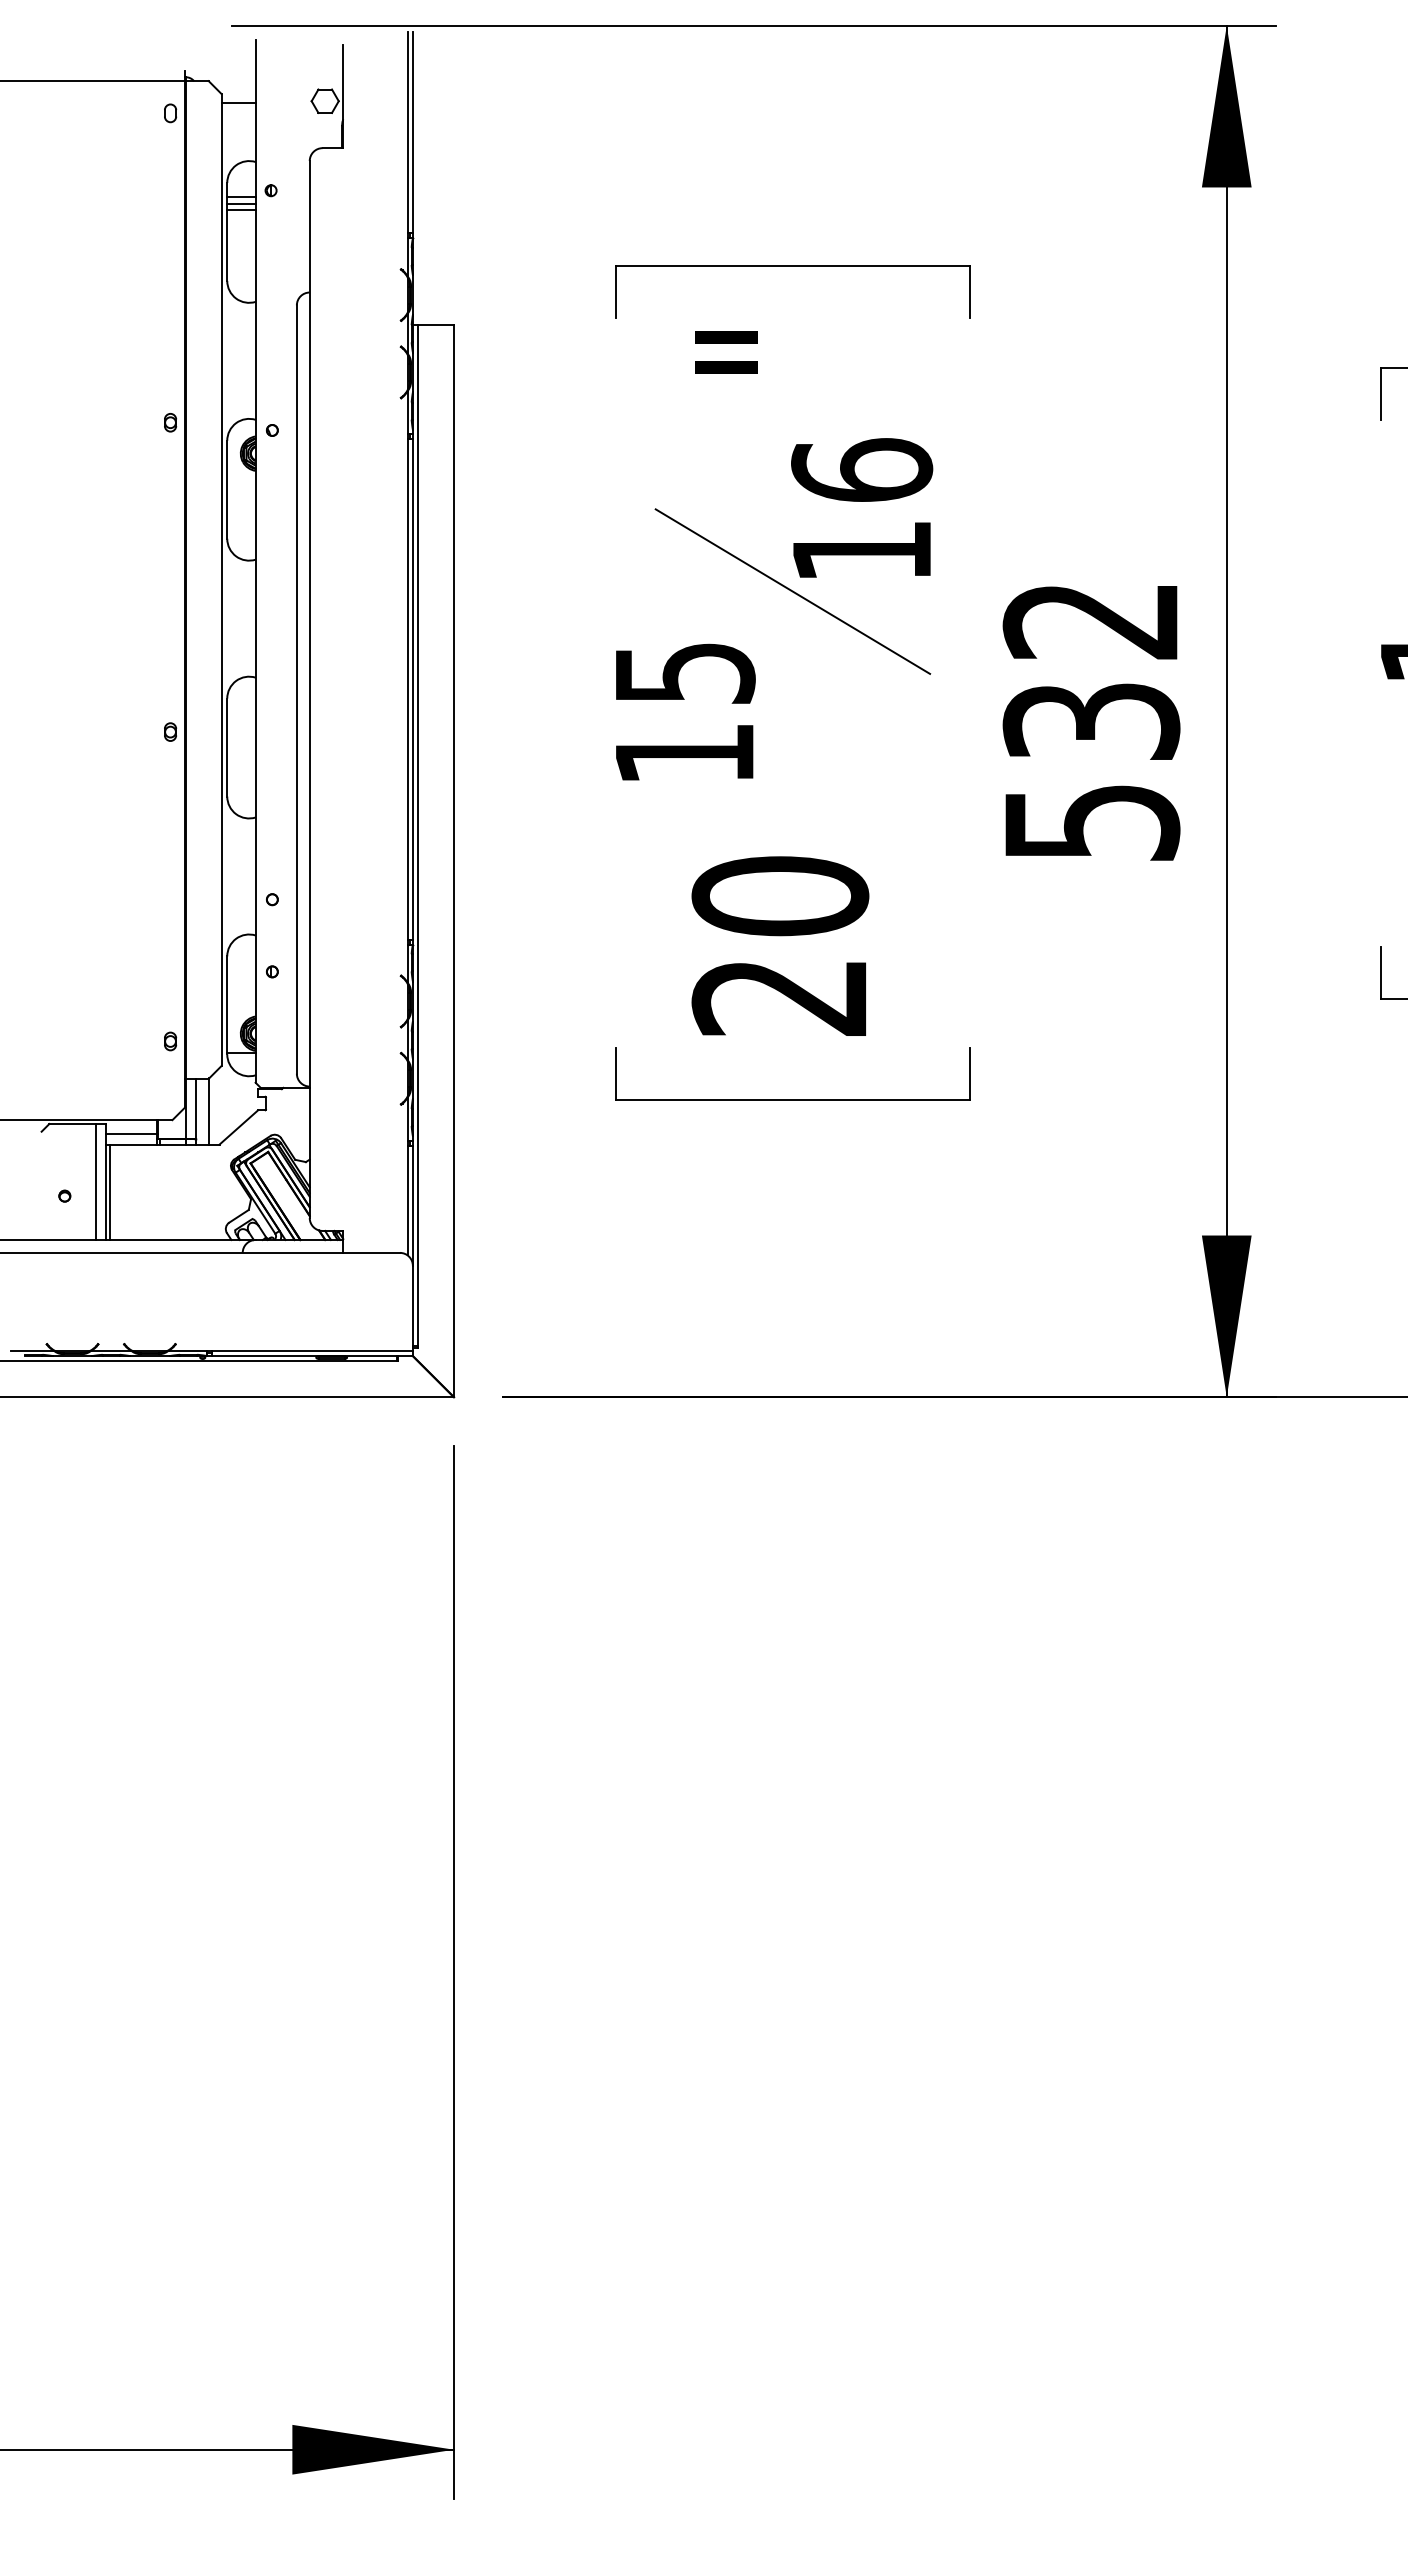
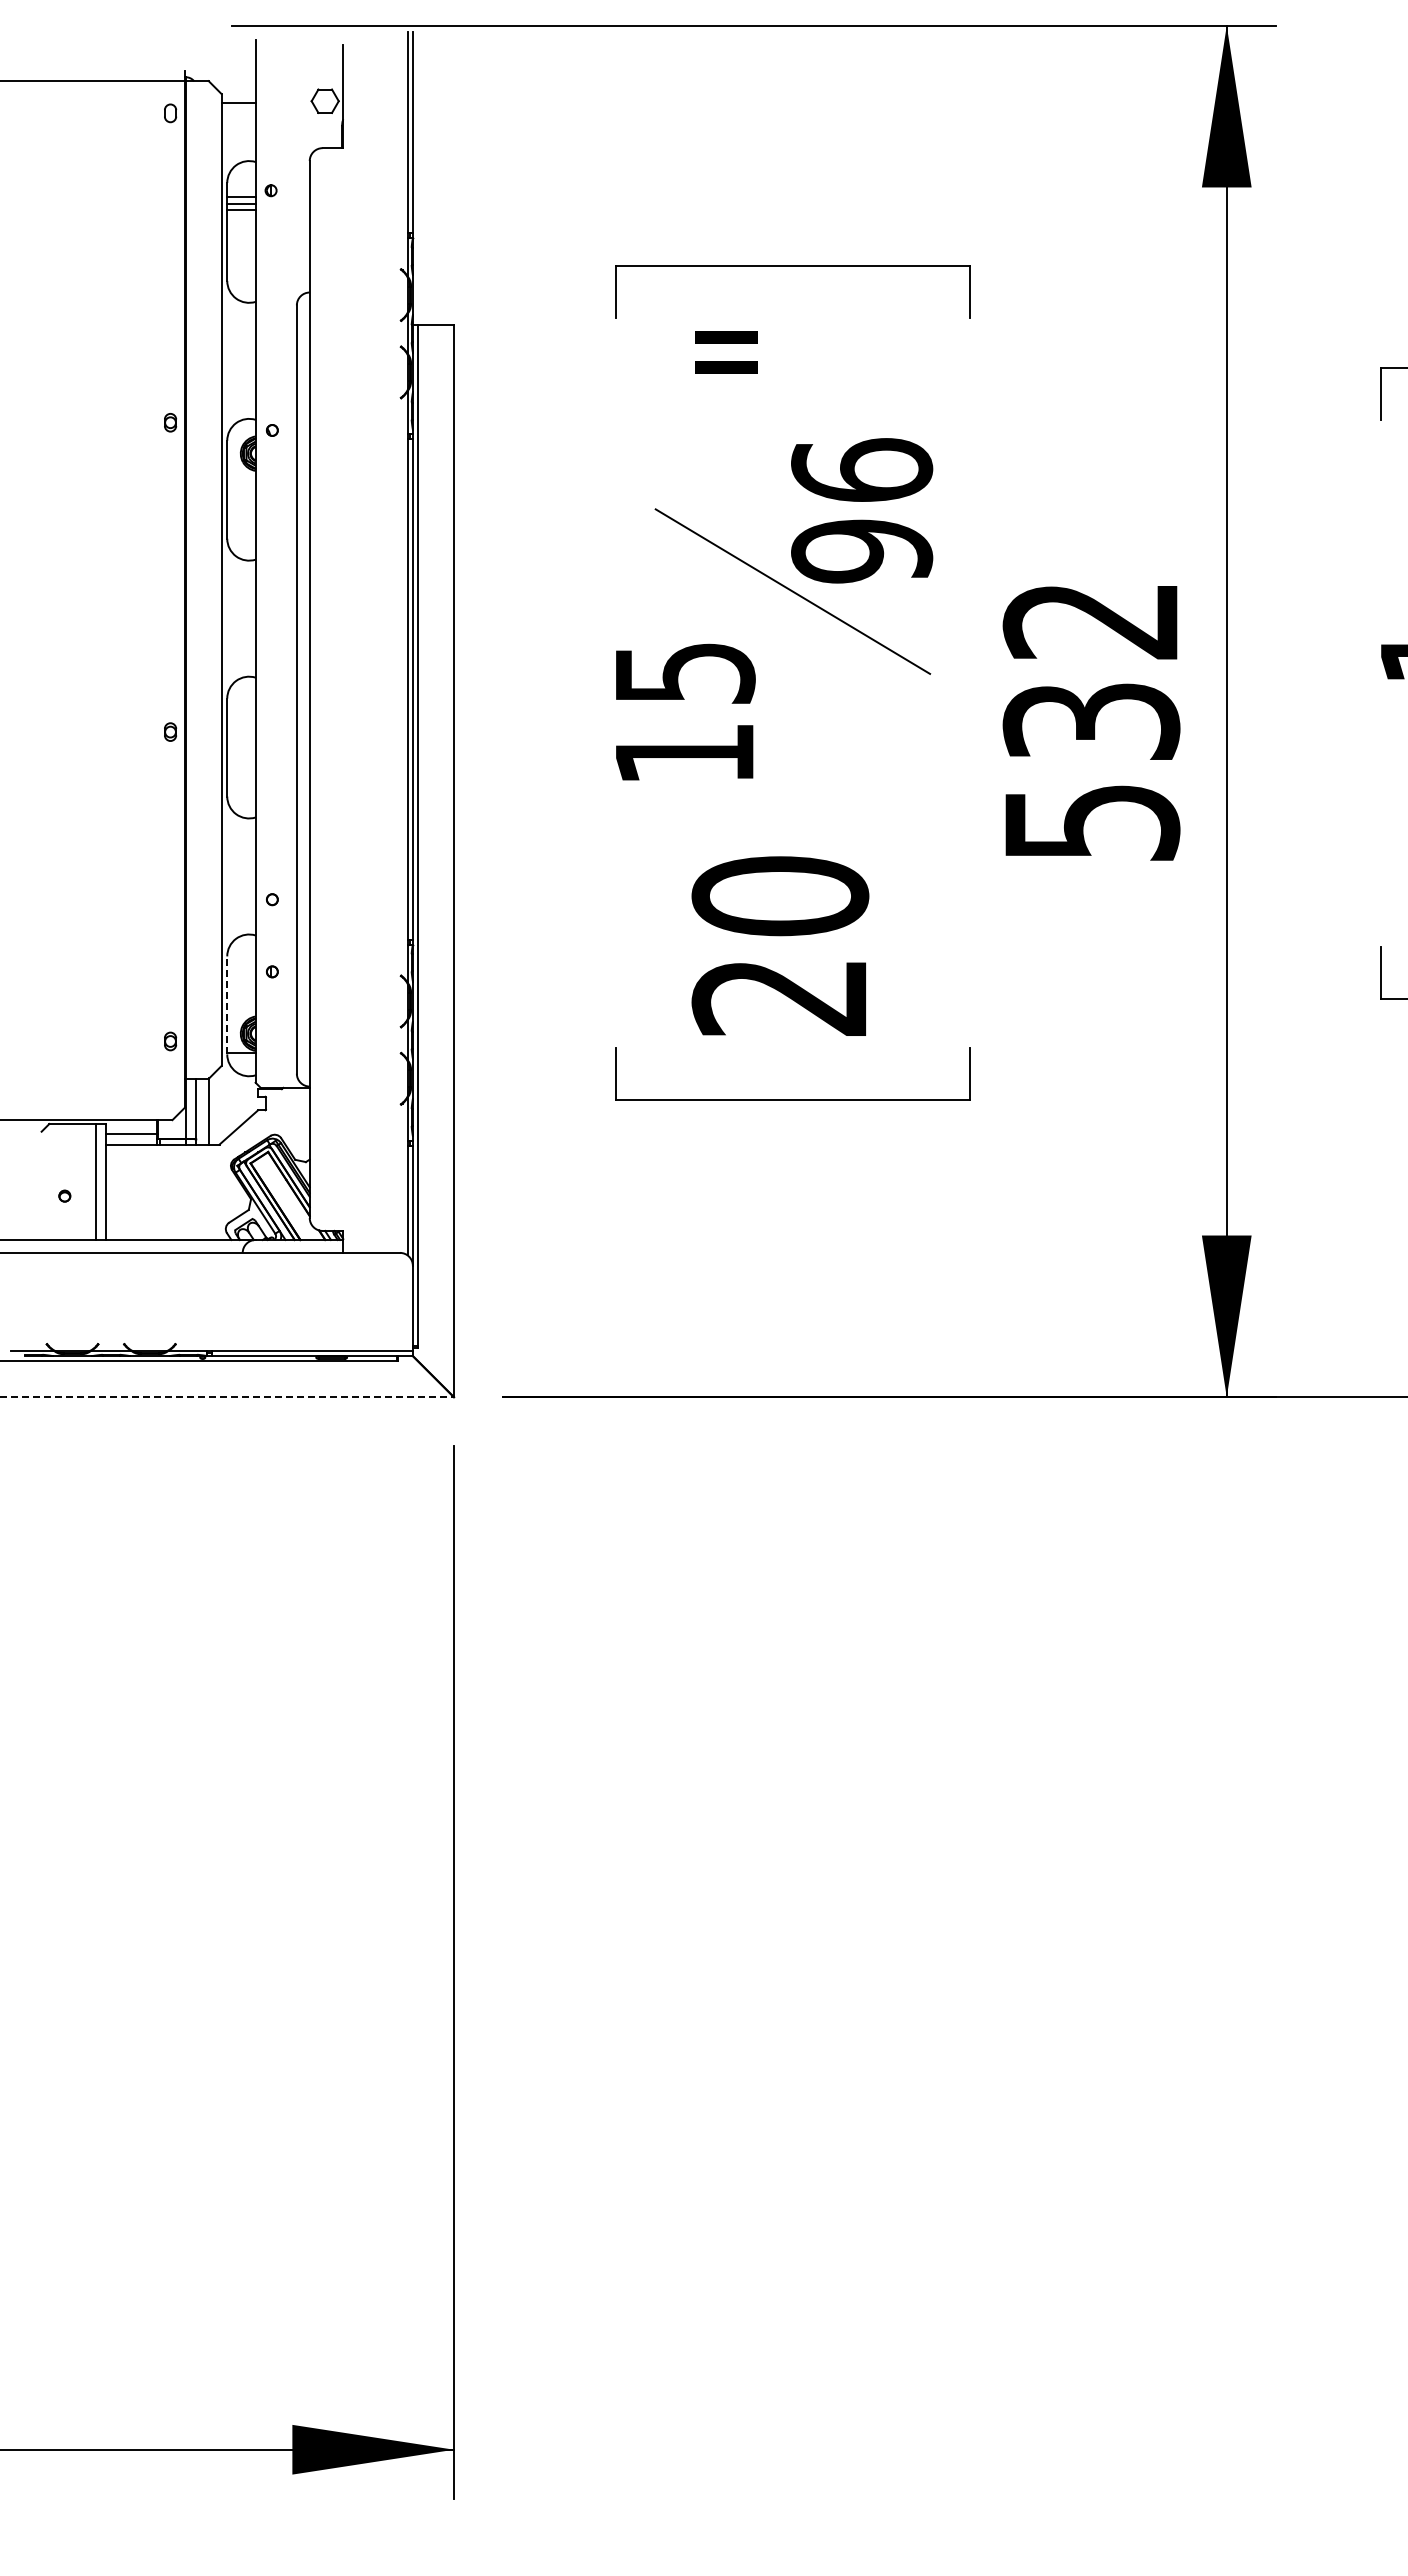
text at (862, 551): 16 -> 96
line at (227, 1005): solid -> dashed
line at (109, 1192): present -> none
line at (227, 1397): solid -> dashed
